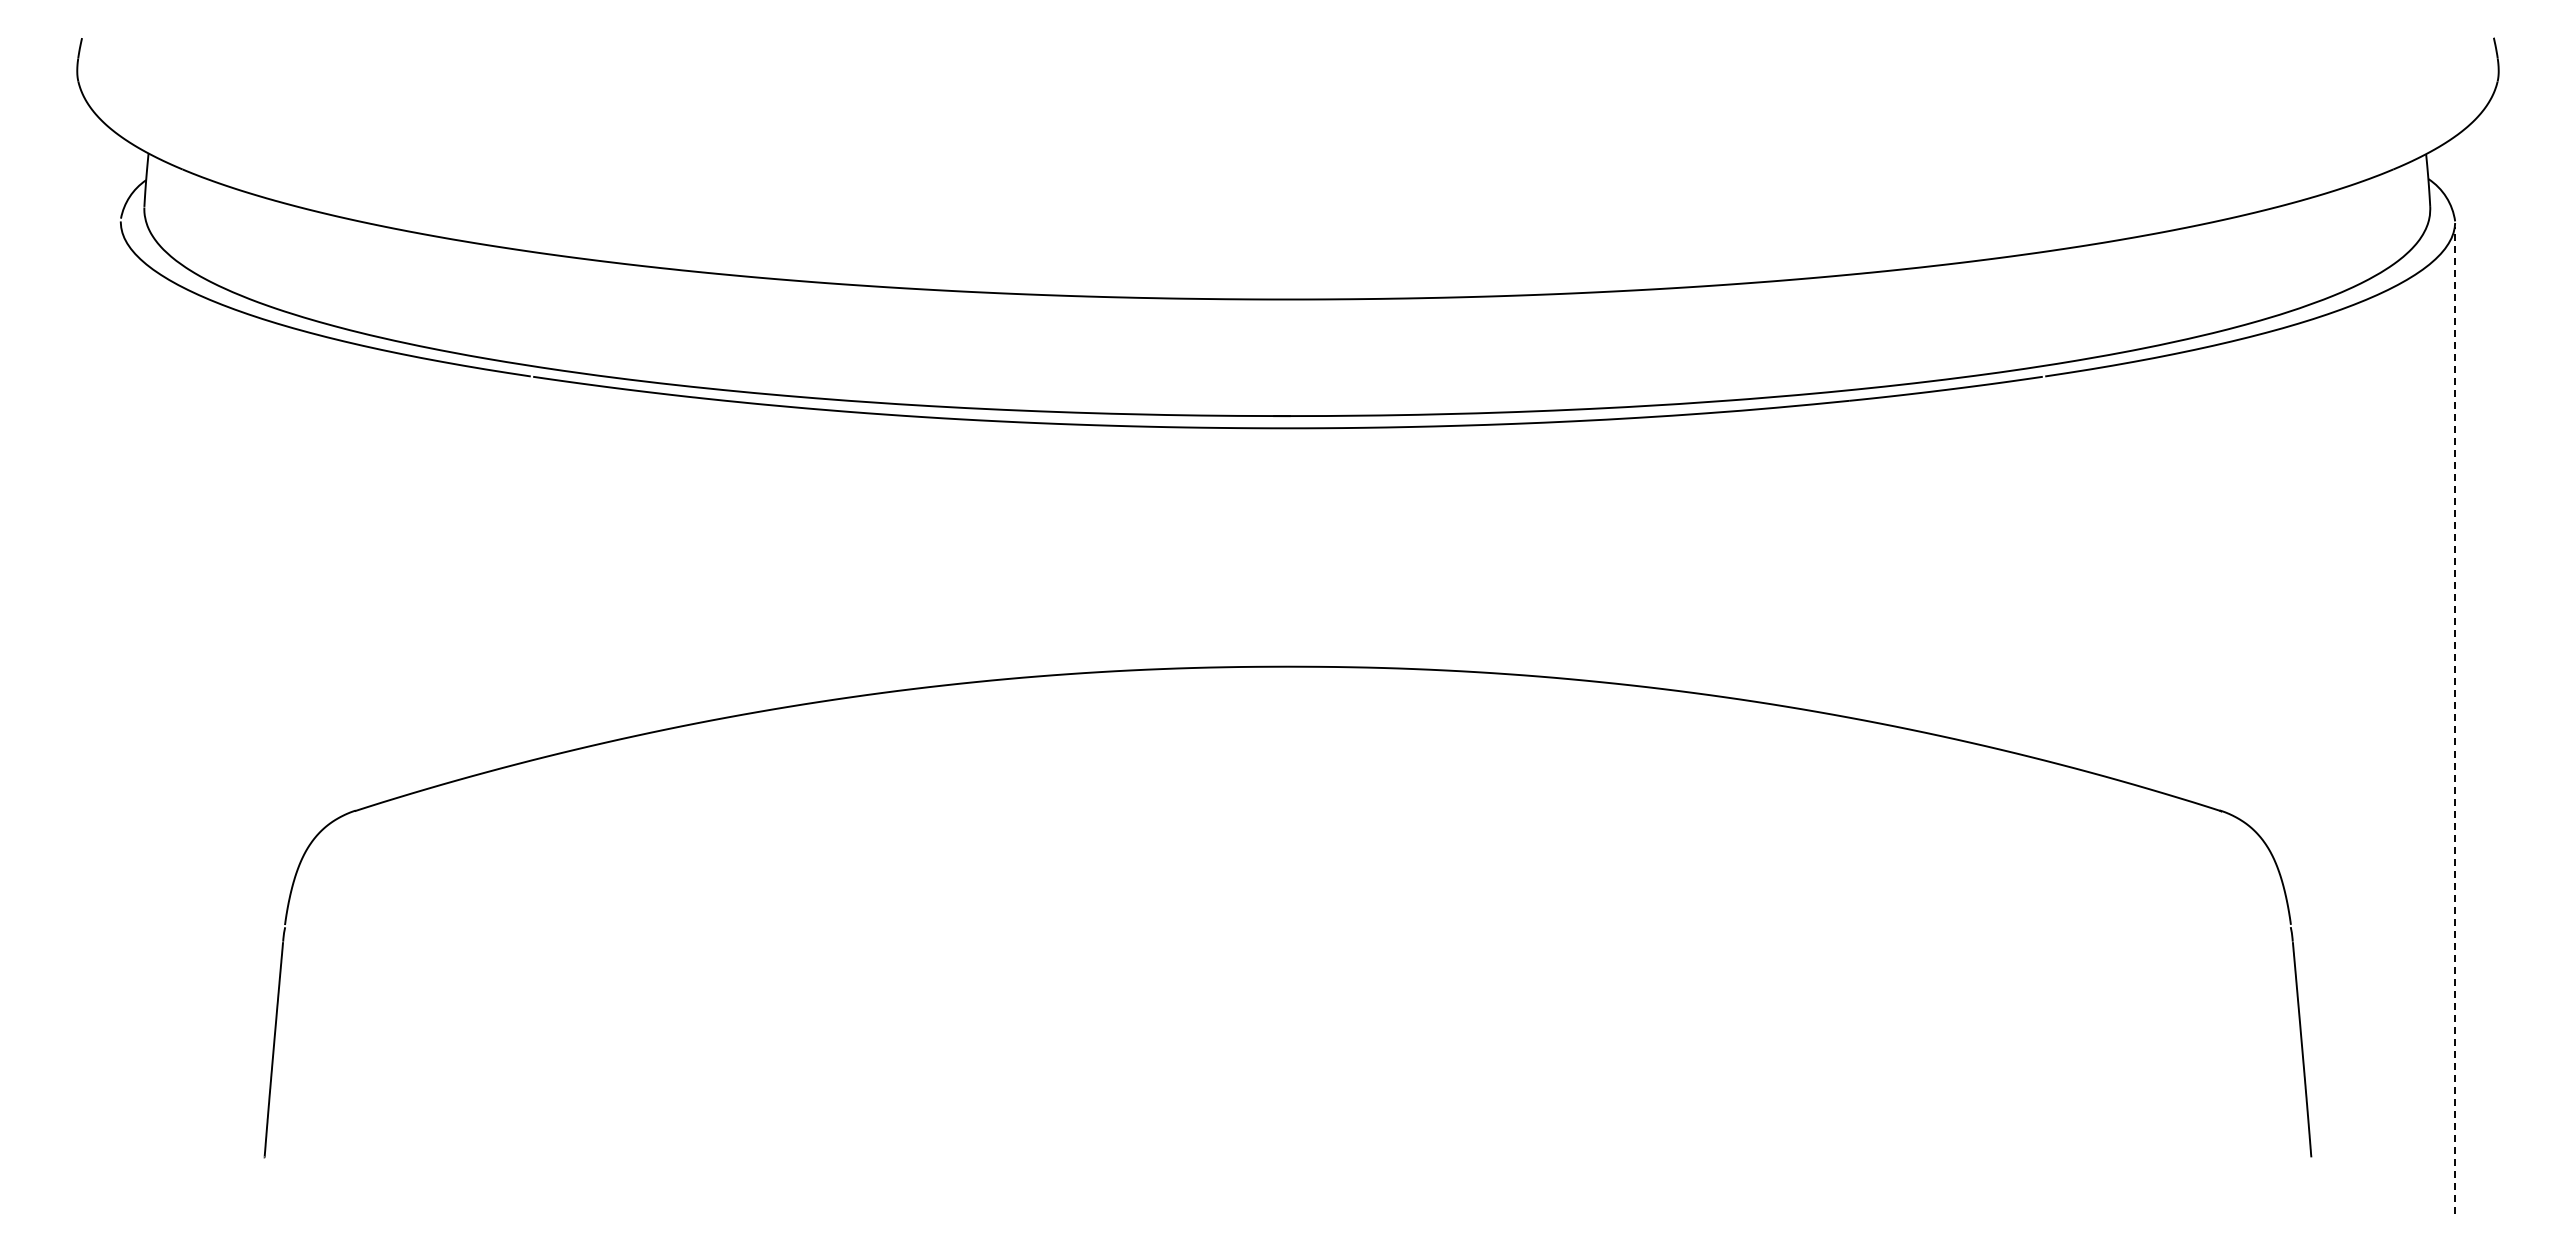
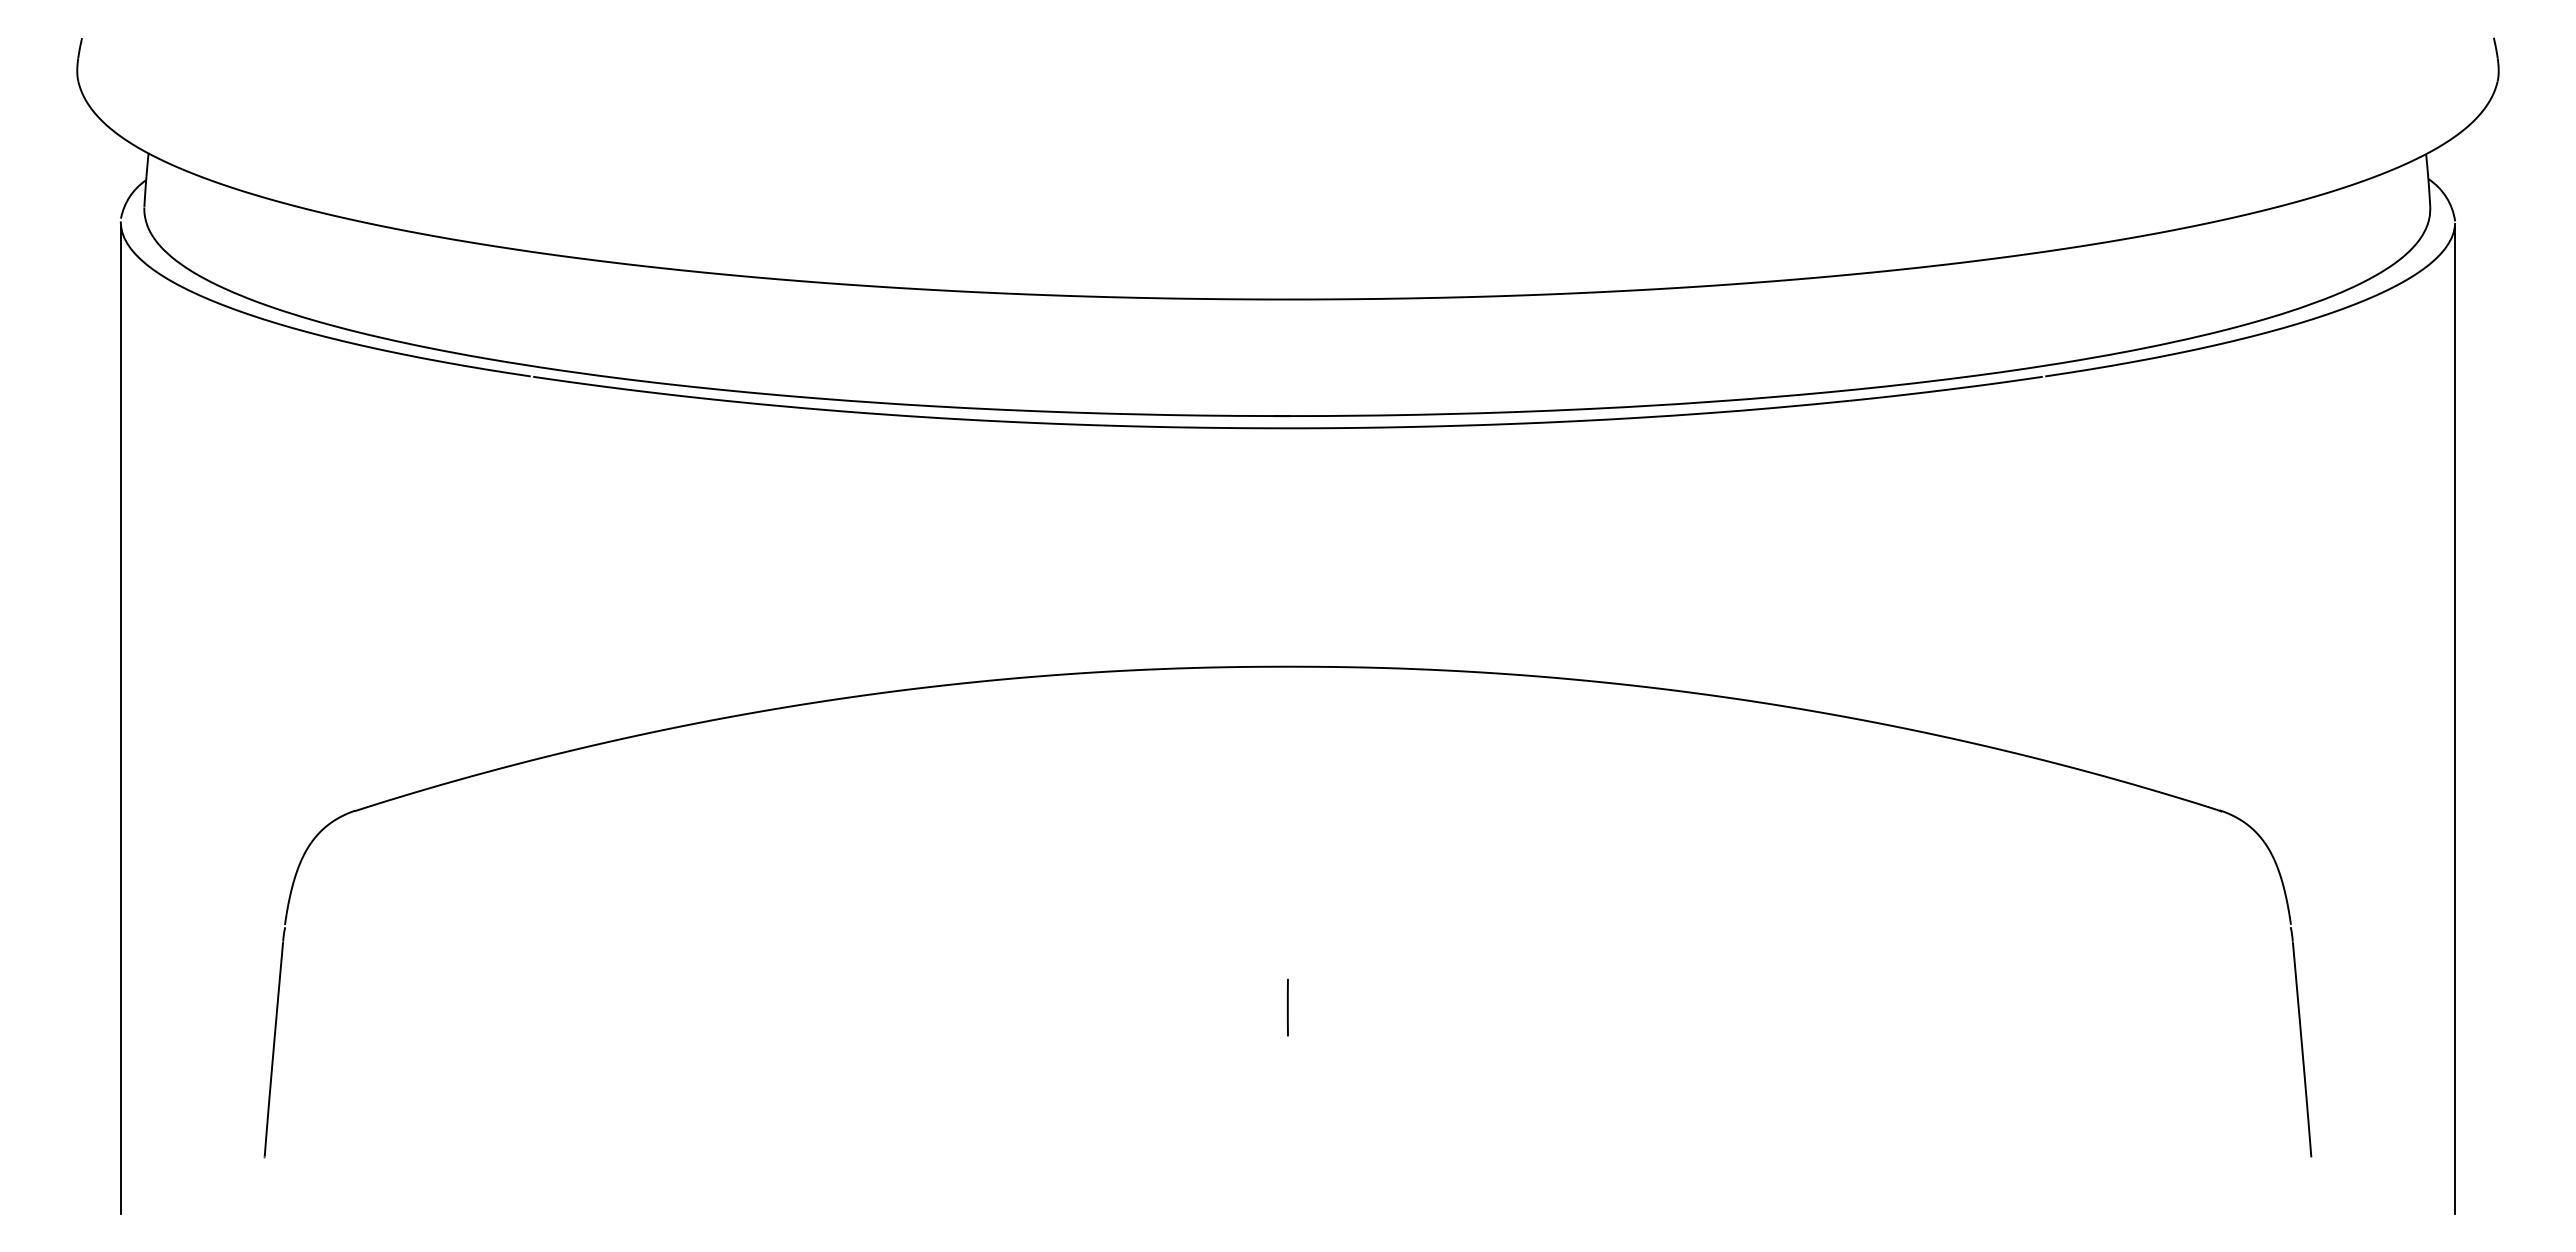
line at (120, 720): none -> present
line at (2455, 720): dashed -> solid
line at (1287, 1007): none -> present
